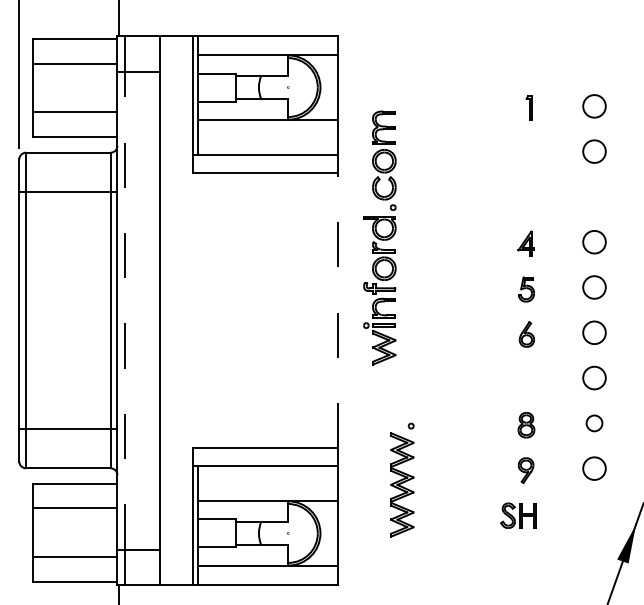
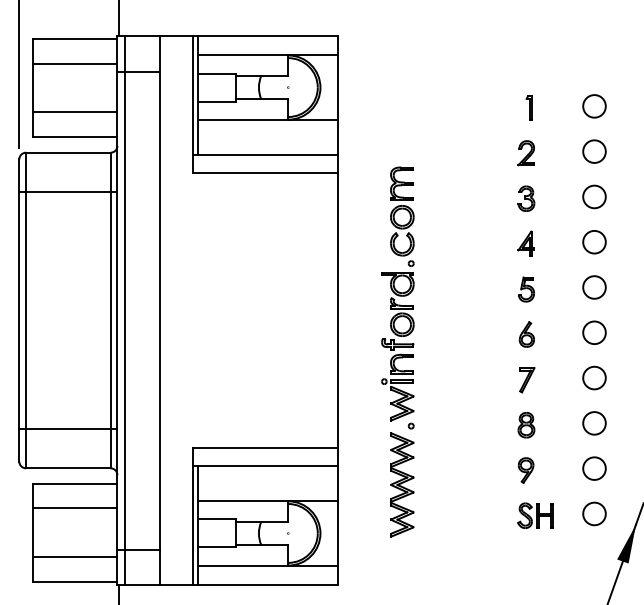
part at (525, 153): none -> present
circle at (594, 196): none -> present
part at (526, 198): none -> present
part at (379, 237) position: (379, 237) -> (397, 293)
line at (124, 310): dashed -> solid
line at (338, 310): dashed -> solid
part at (527, 380): none -> present
circle at (594, 423) size: 19x19 px -> 25x25 px
circle at (594, 513): none -> present
part at (518, 515) position: (518, 515) -> (535, 515)
